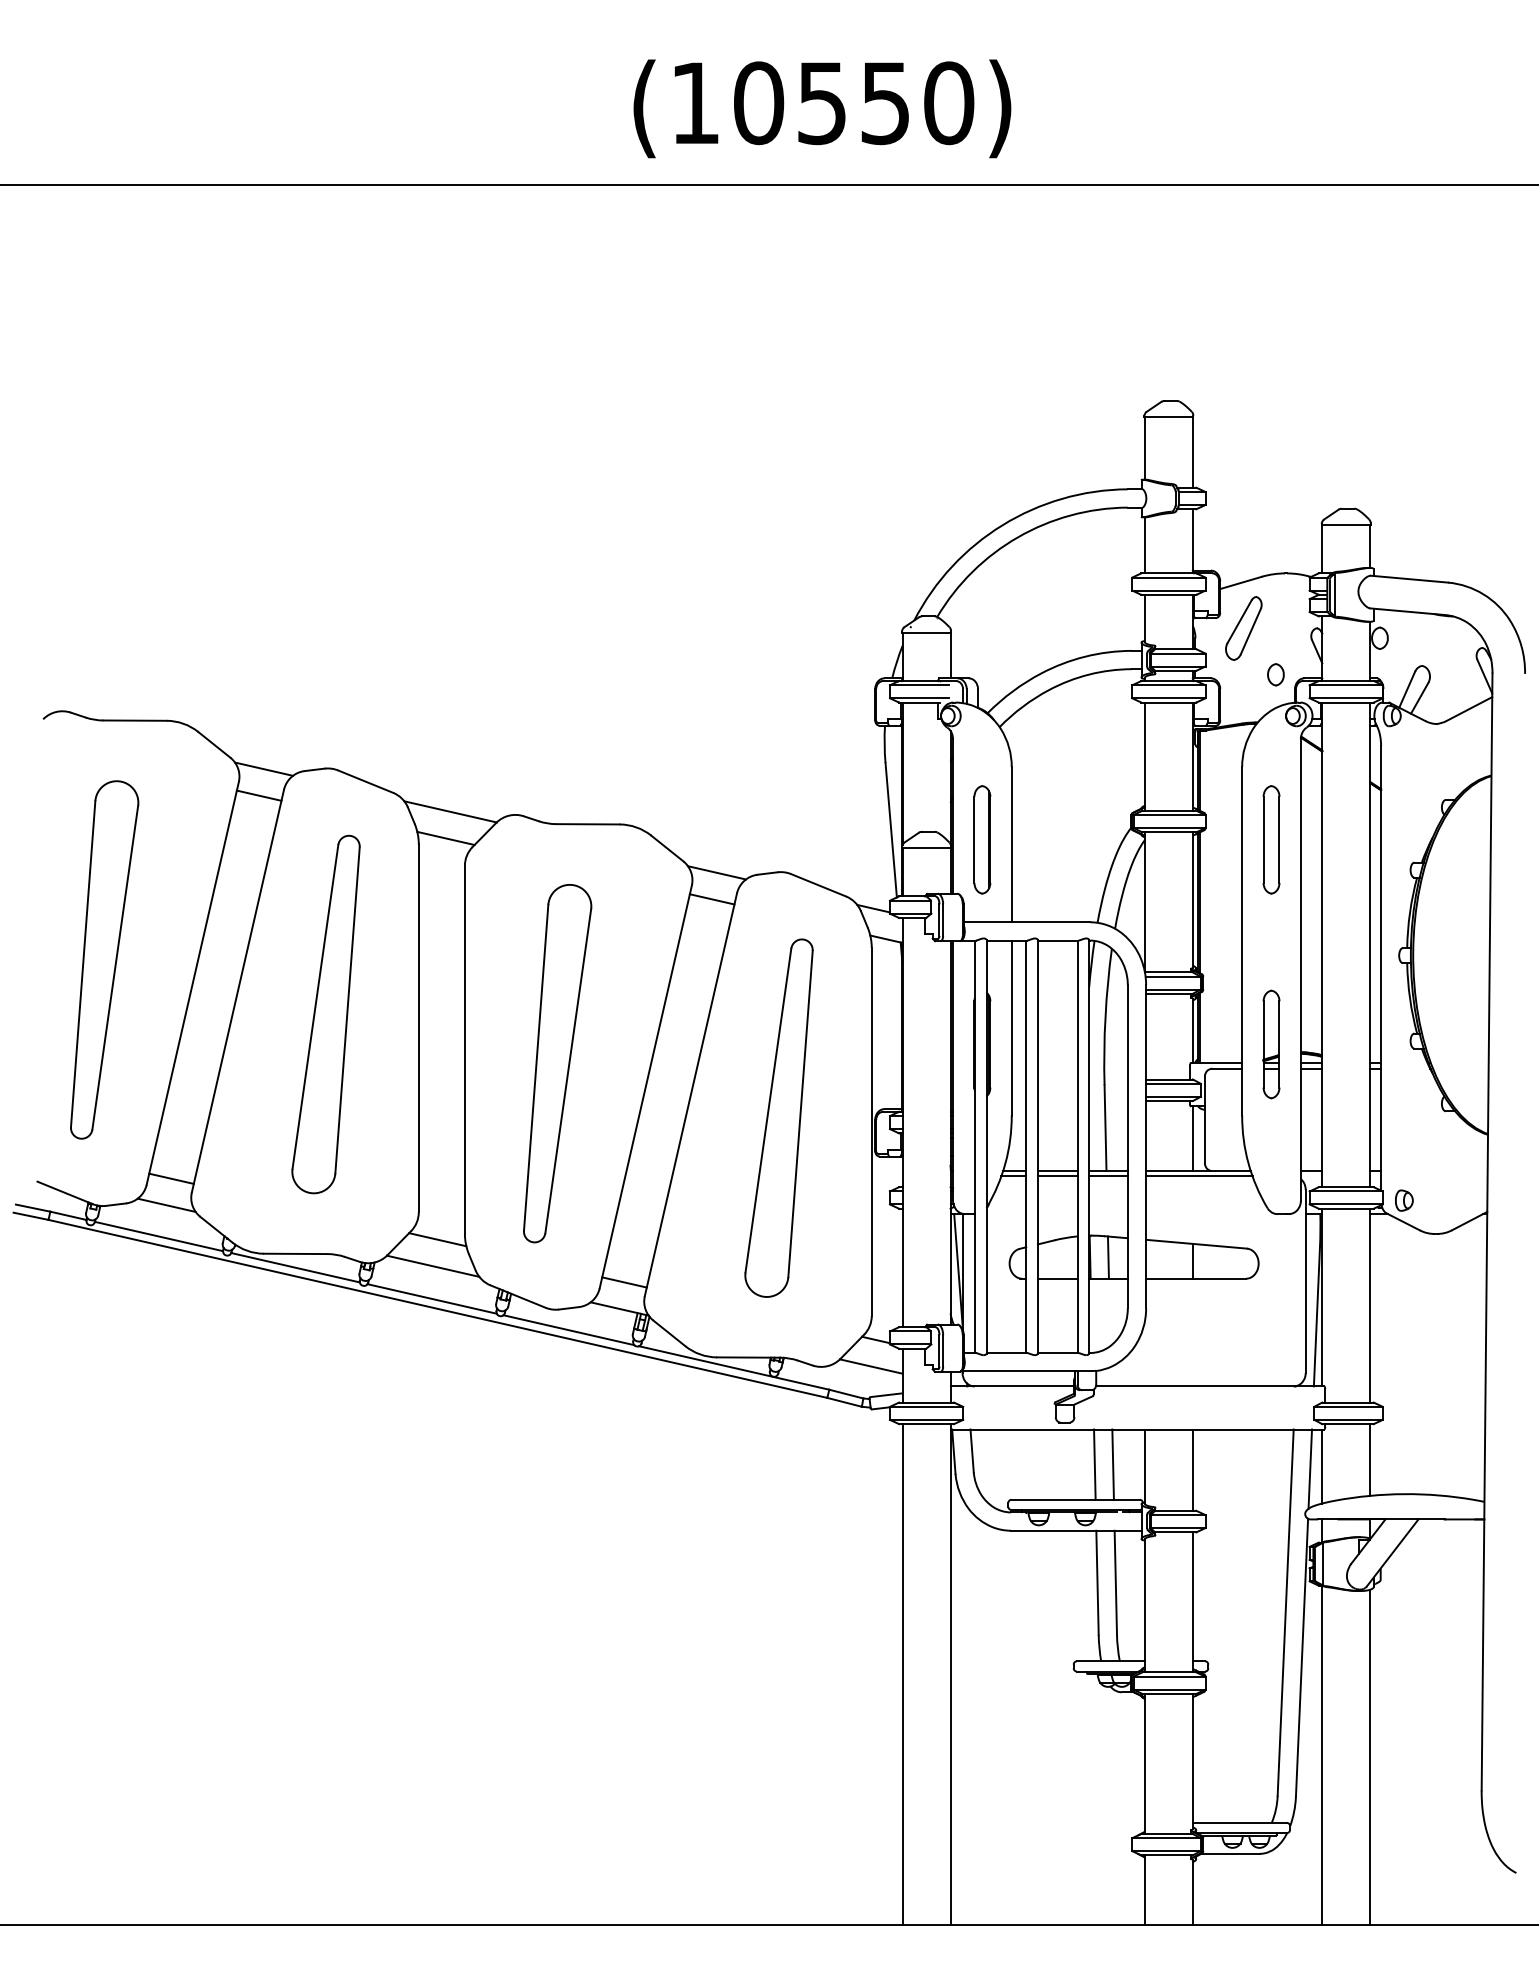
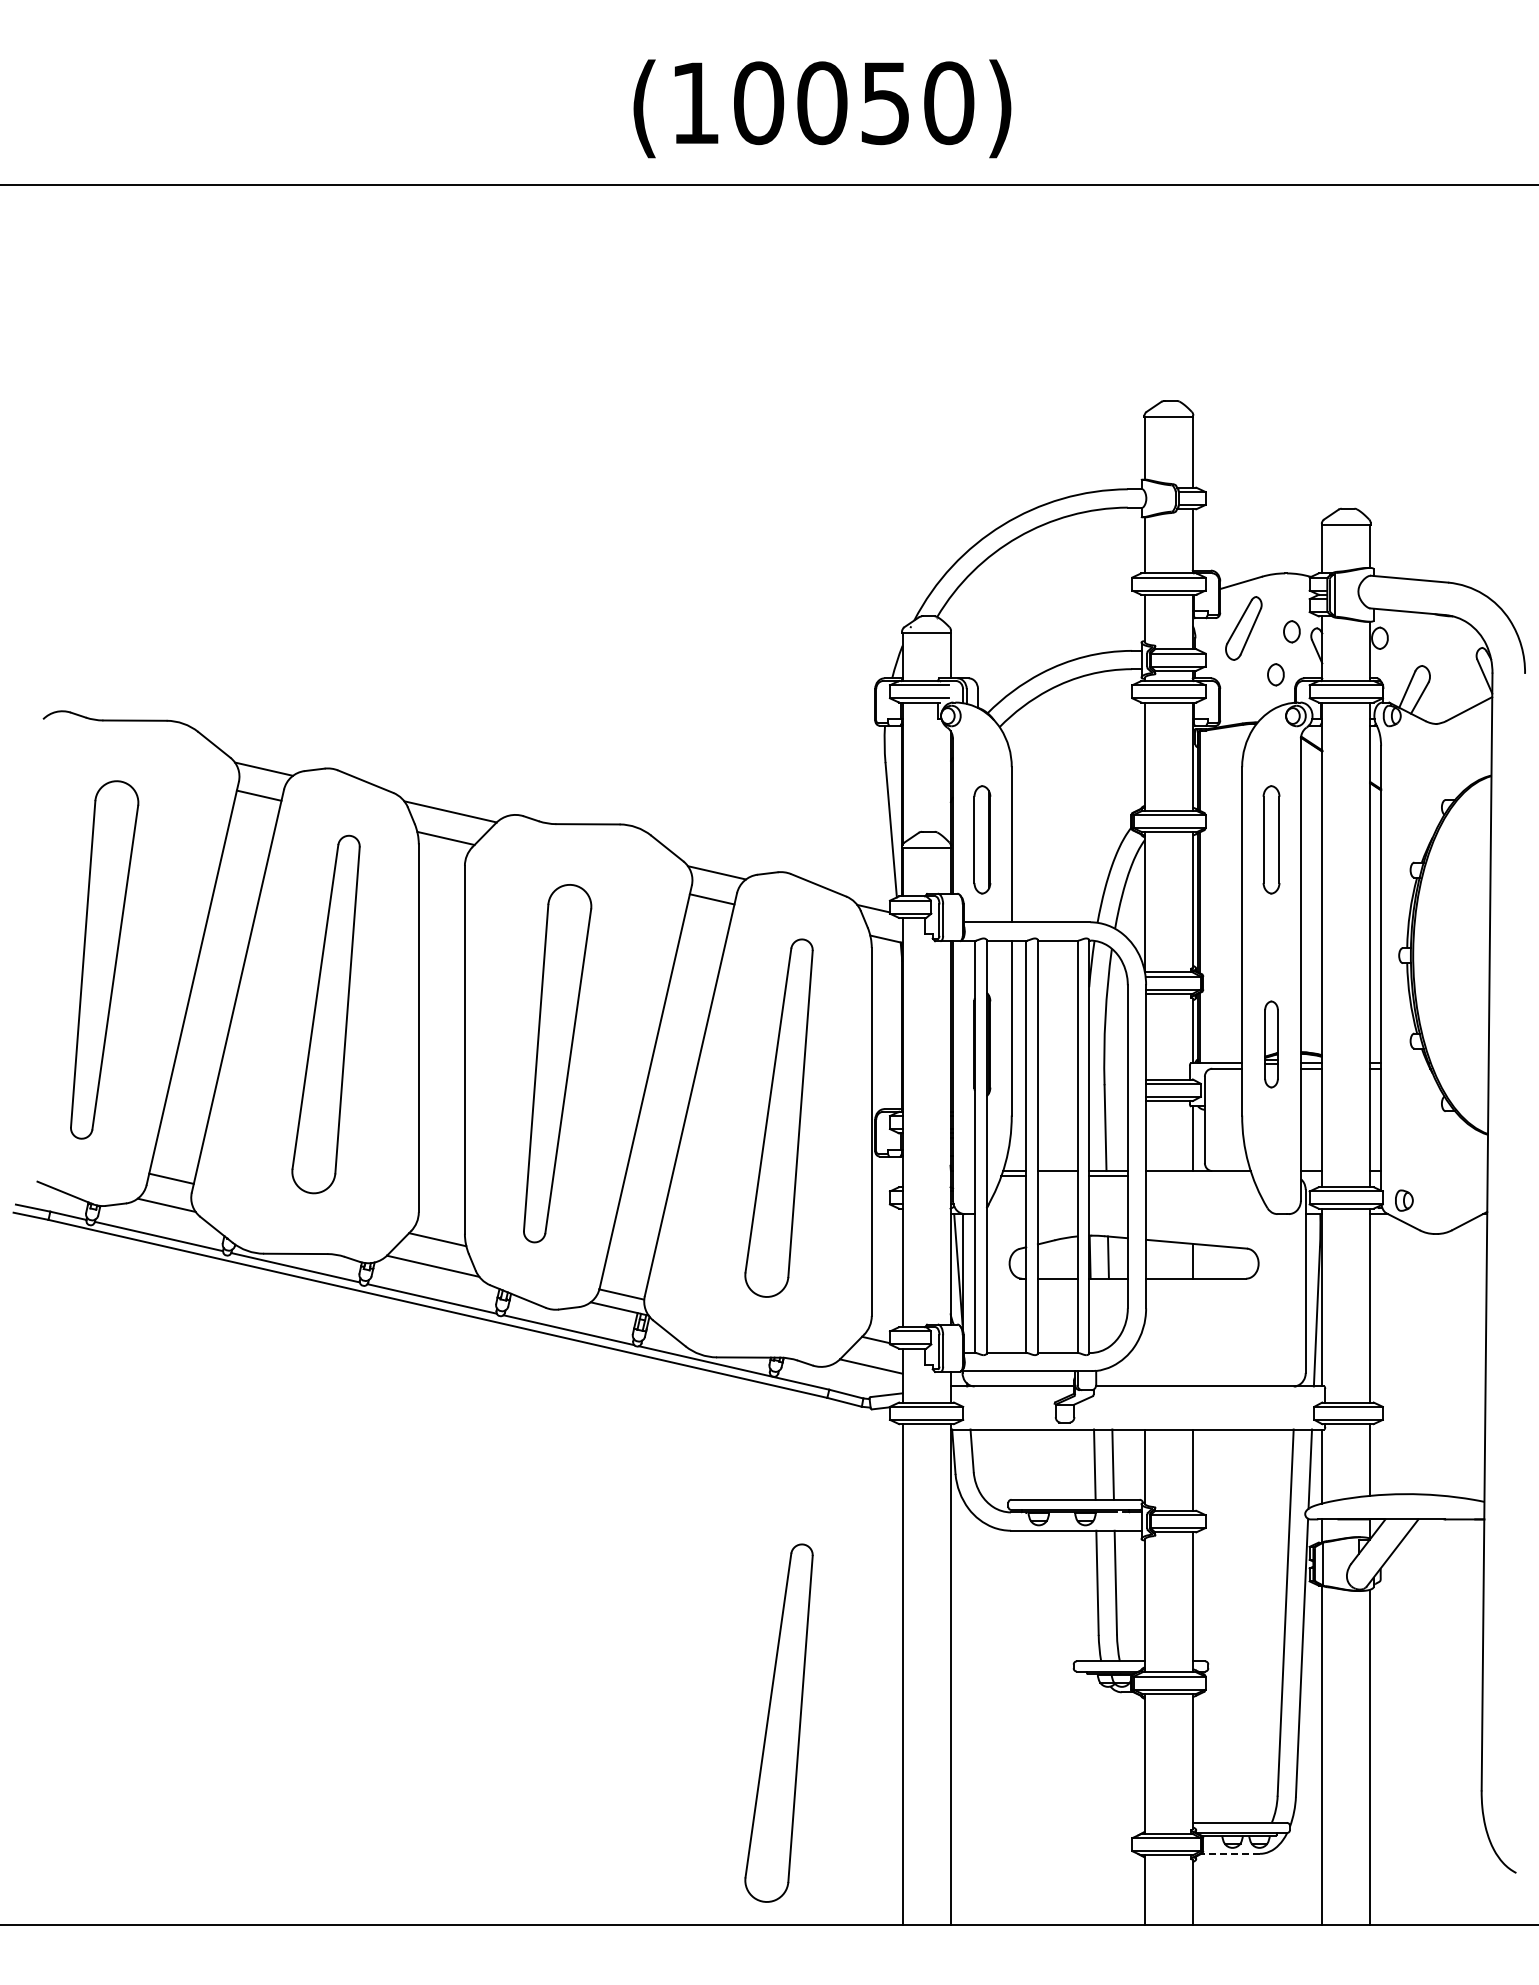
text at (822, 103): (10550) -> (10050)
part at (1291, 631): none -> present
part at (1271, 1044) size: 19x111 px -> 15x89 px
line at (1057, 1176): present -> none
line at (1199, 1176): present -> none
line at (624, 1282) position: (624, 1282) -> (621, 1294)
part at (778, 1722): none -> present
line at (1230, 1853): solid -> dashed
